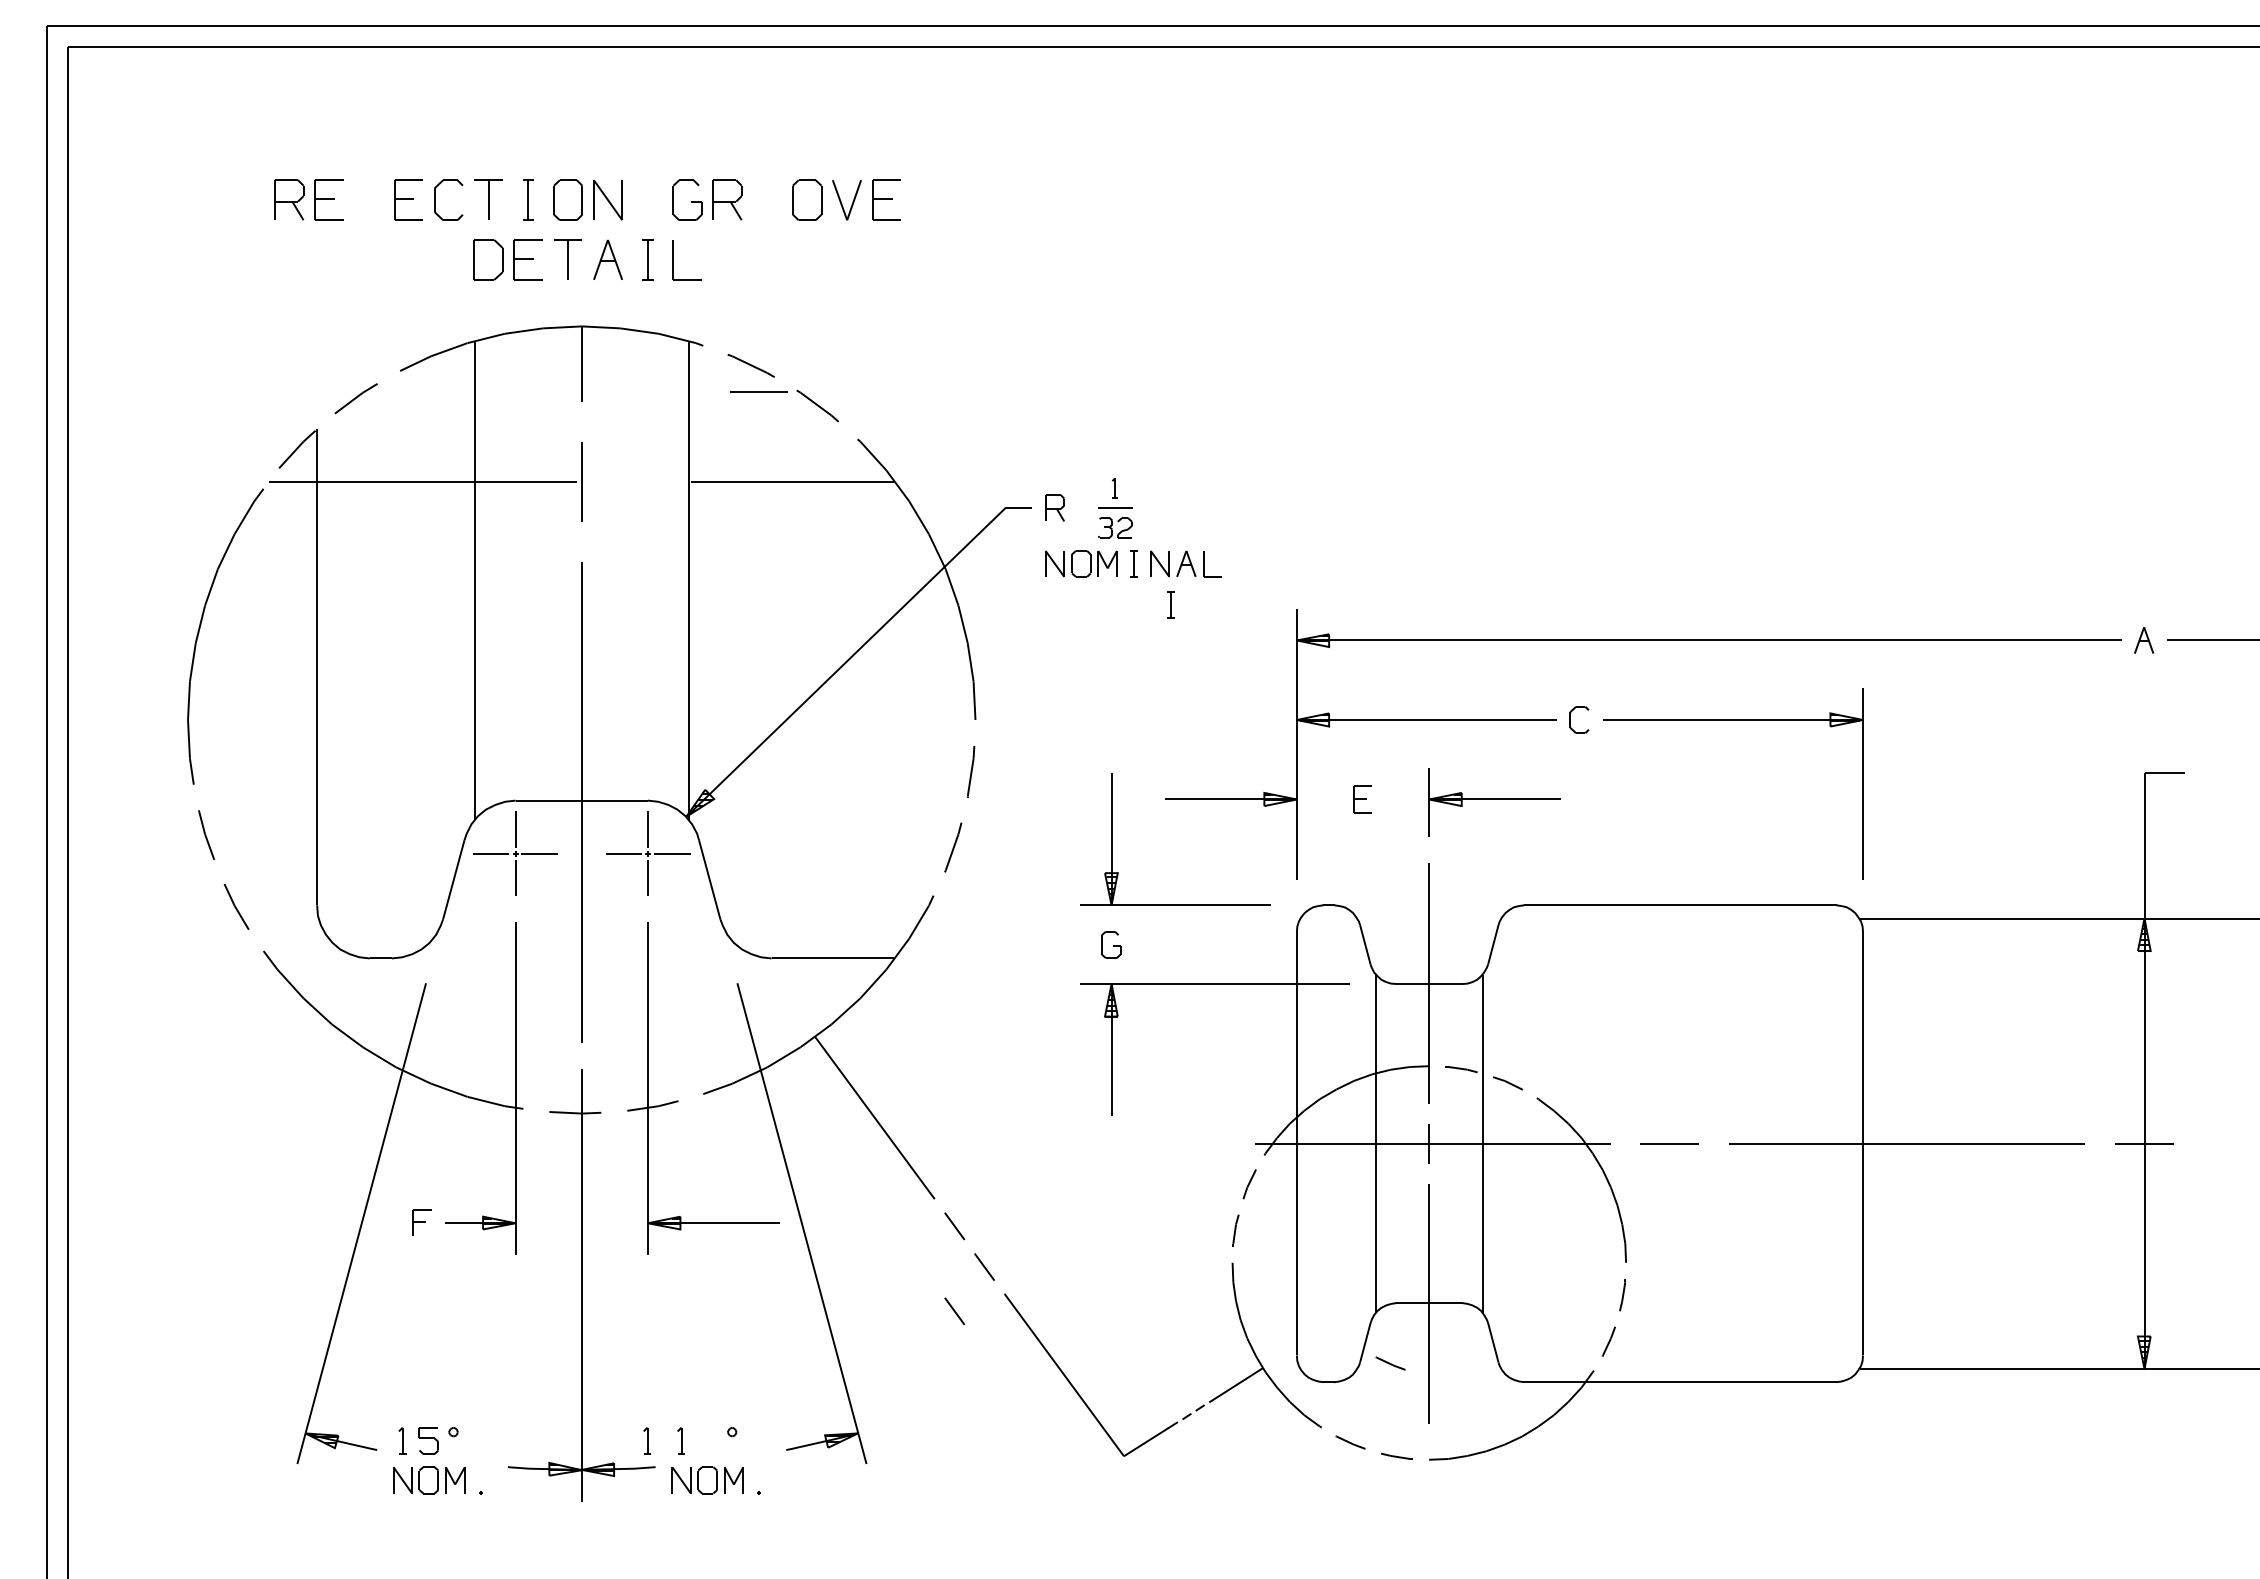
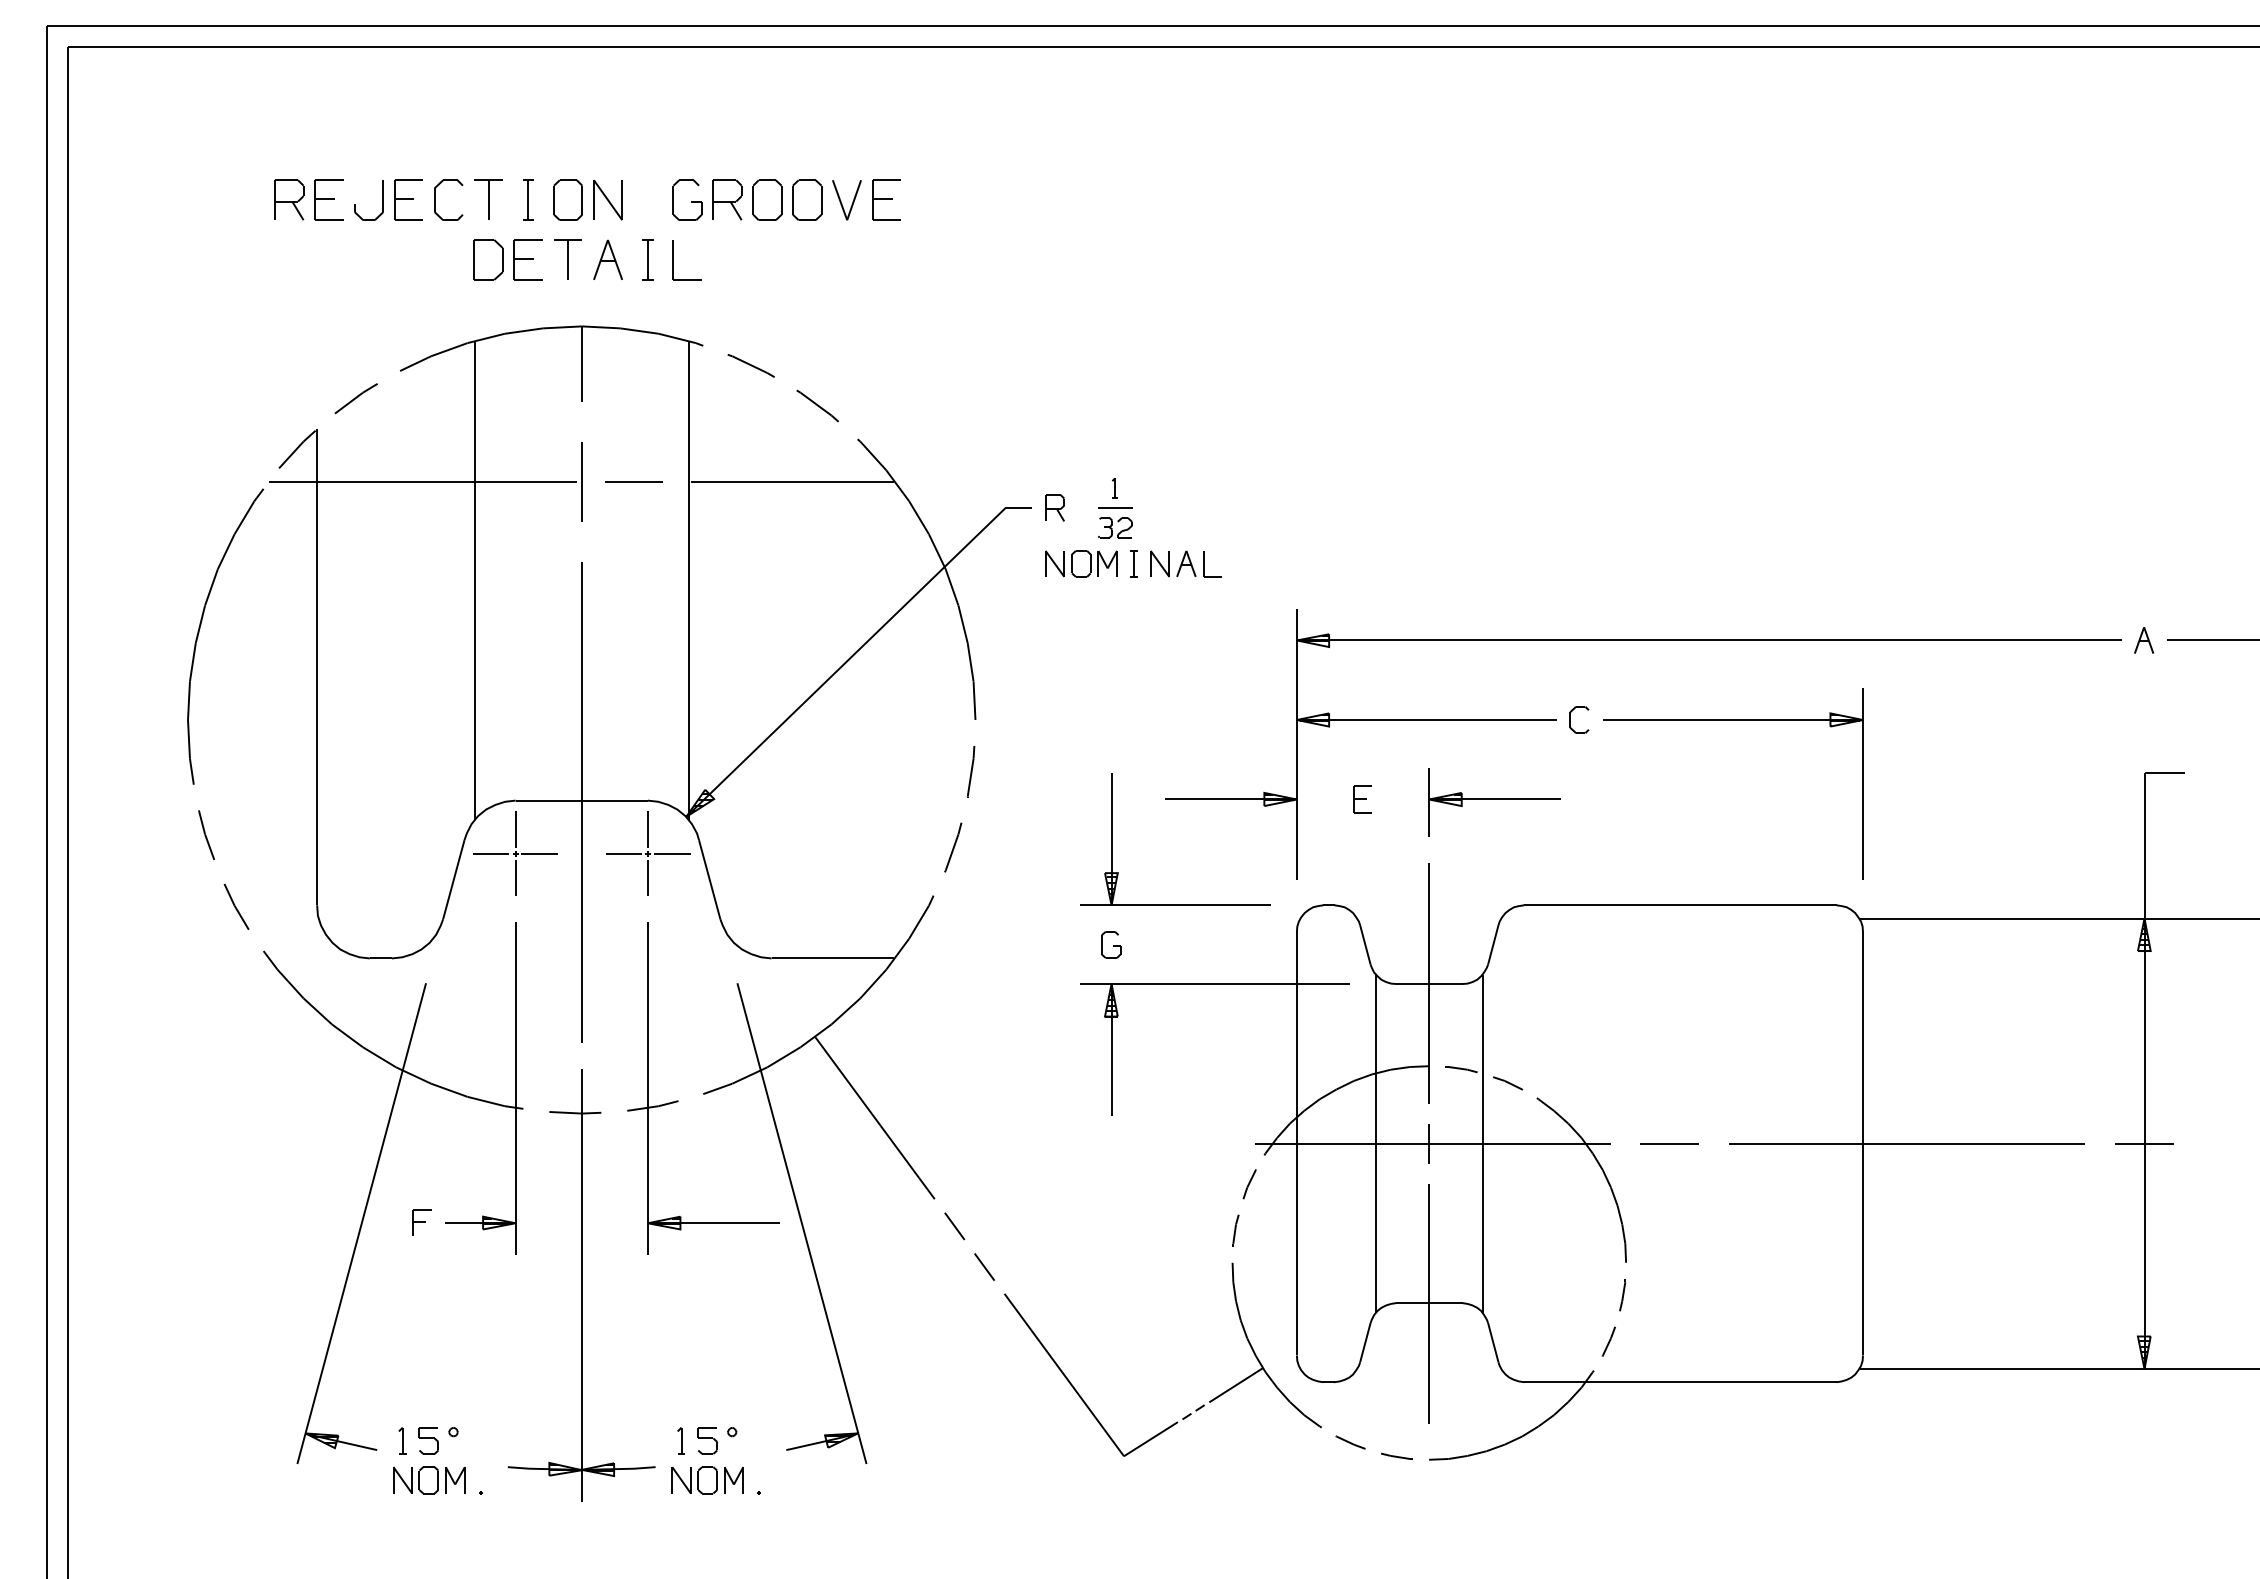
part at (767, 199): none -> present
part at (355, 204): none -> present
line at (758, 391) position: (758, 391) -> (633, 481)
part at (1170, 604): present -> none
line at (954, 1311): present -> none
line at (1390, 1363): present -> none
part at (646, 1440): present -> none
part at (707, 1440): none -> present
